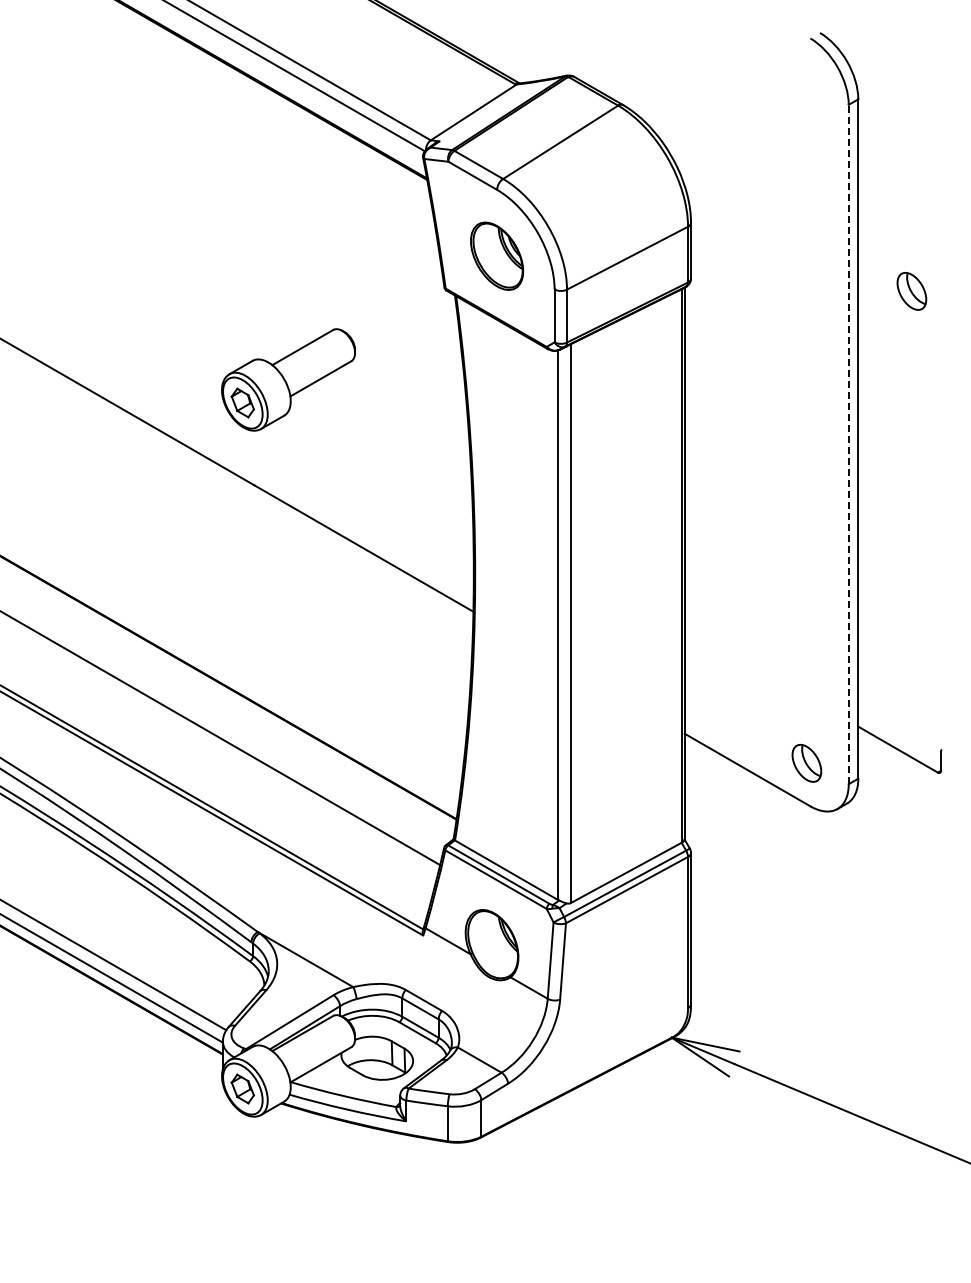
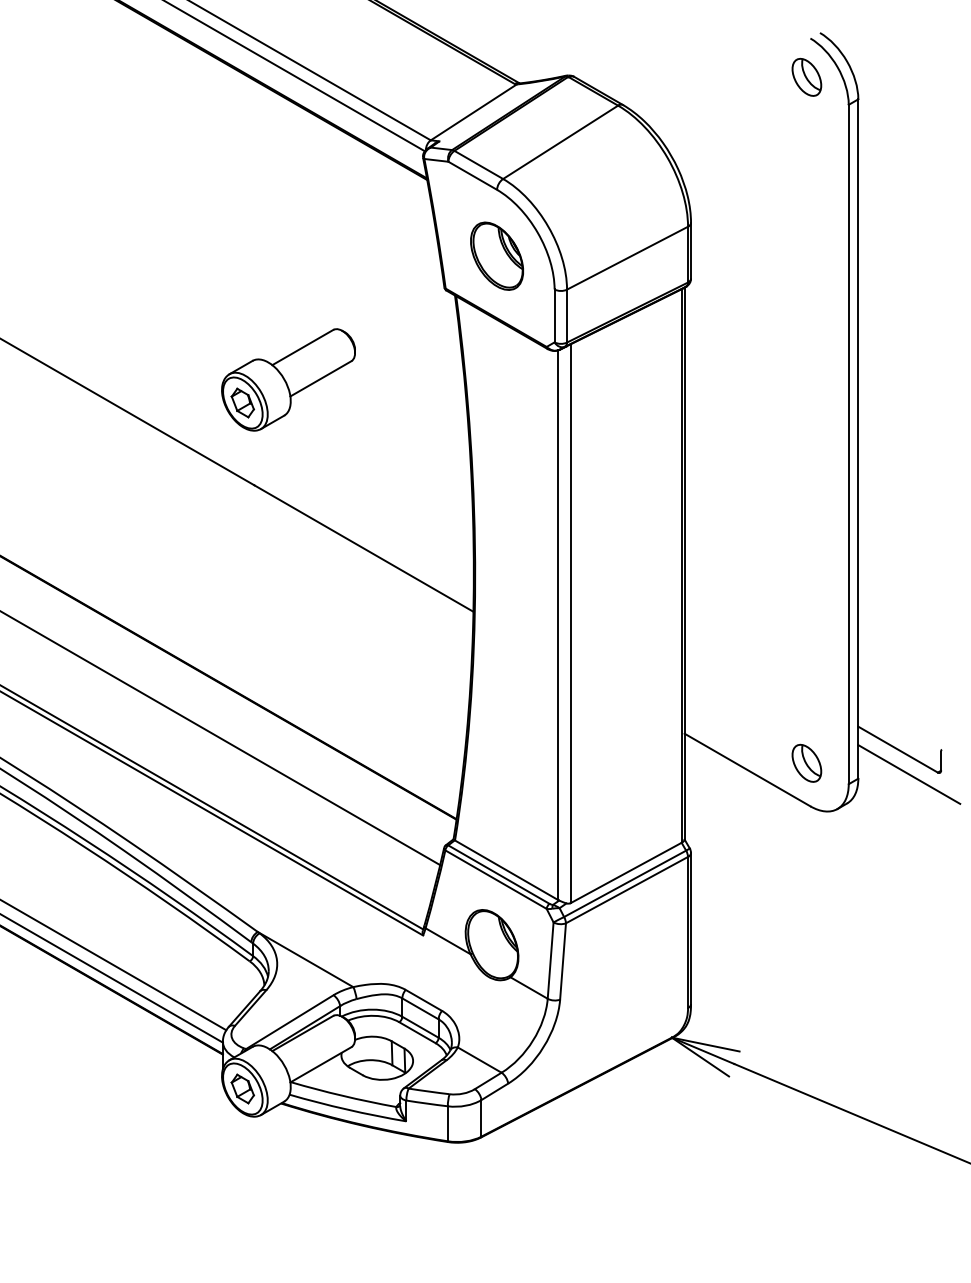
part at (911, 290) position: (911, 290) -> (806, 76)
line at (848, 444): dashed -> solid
line at (909, 774): none -> present
